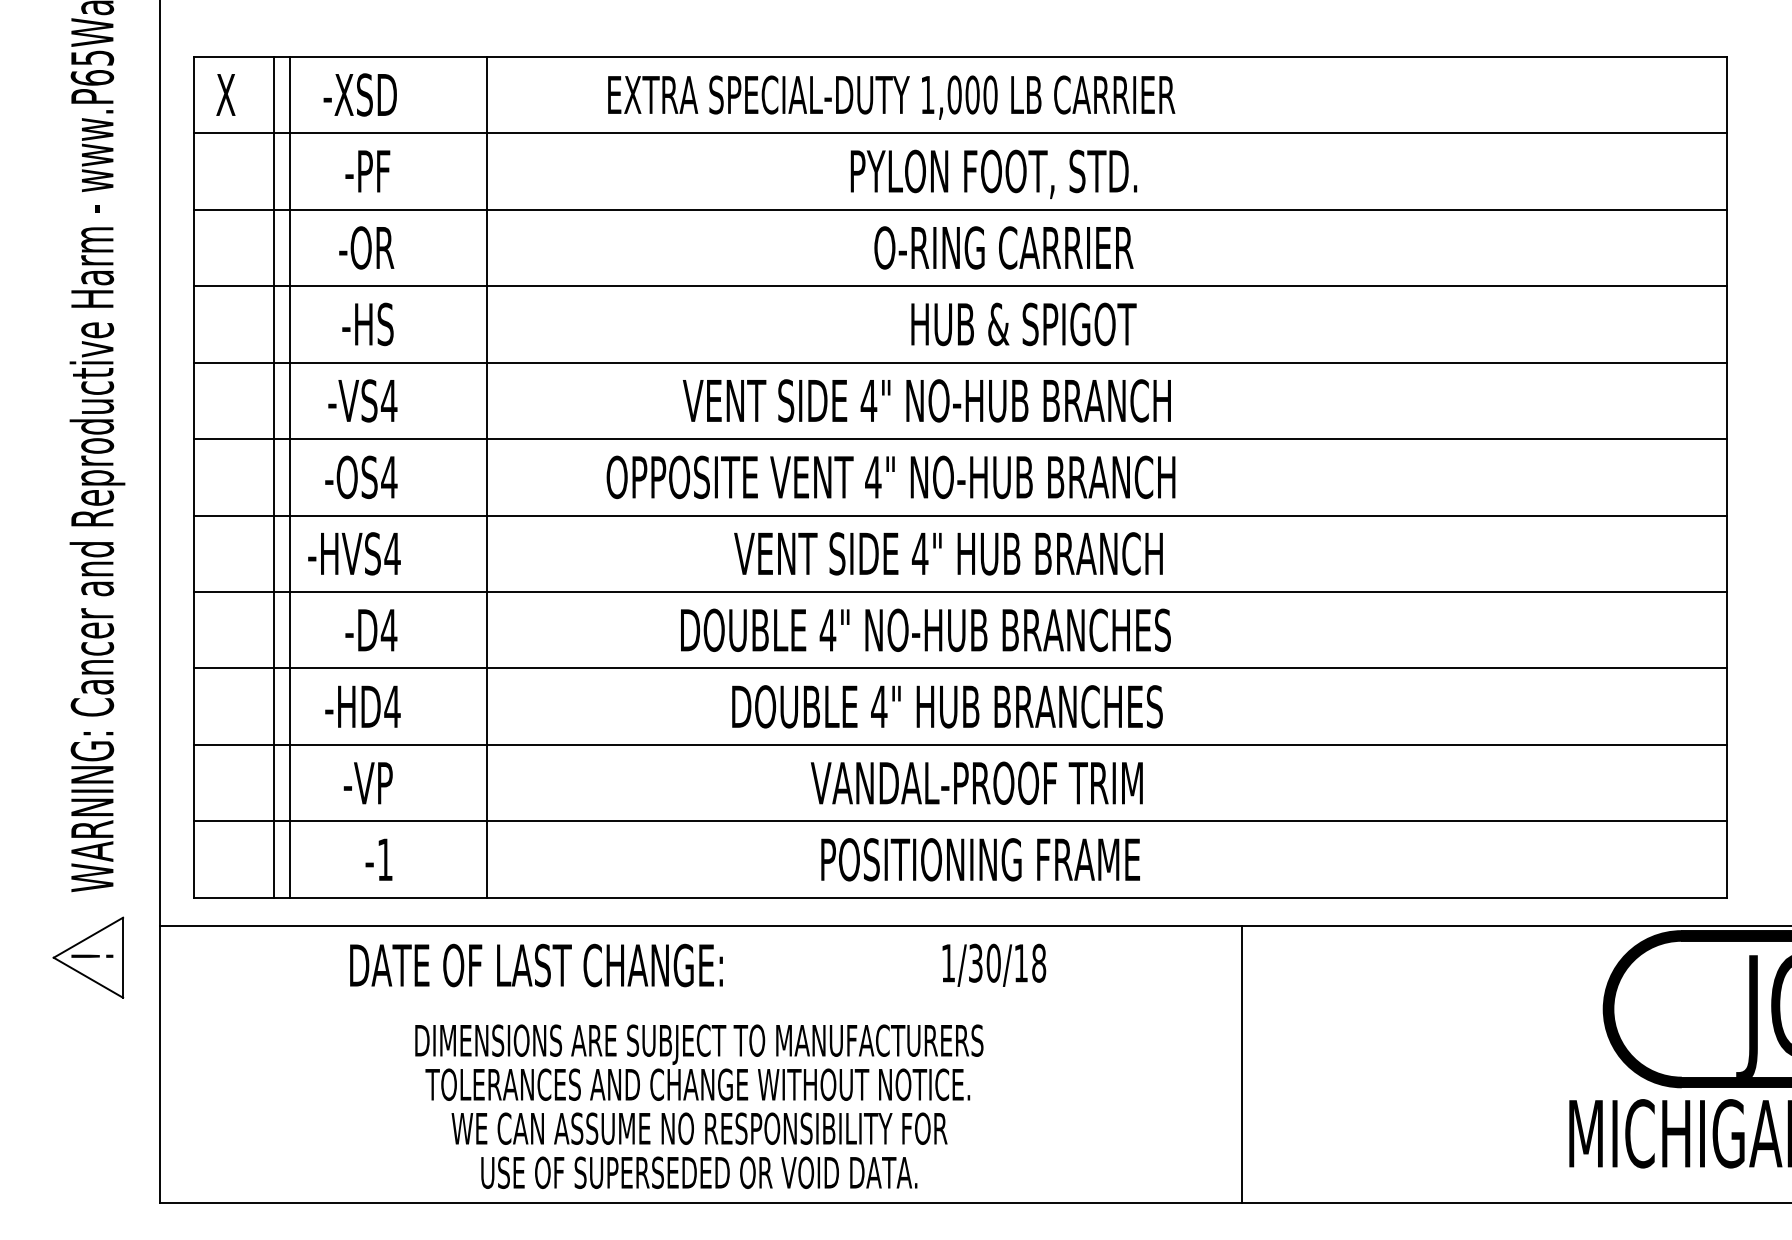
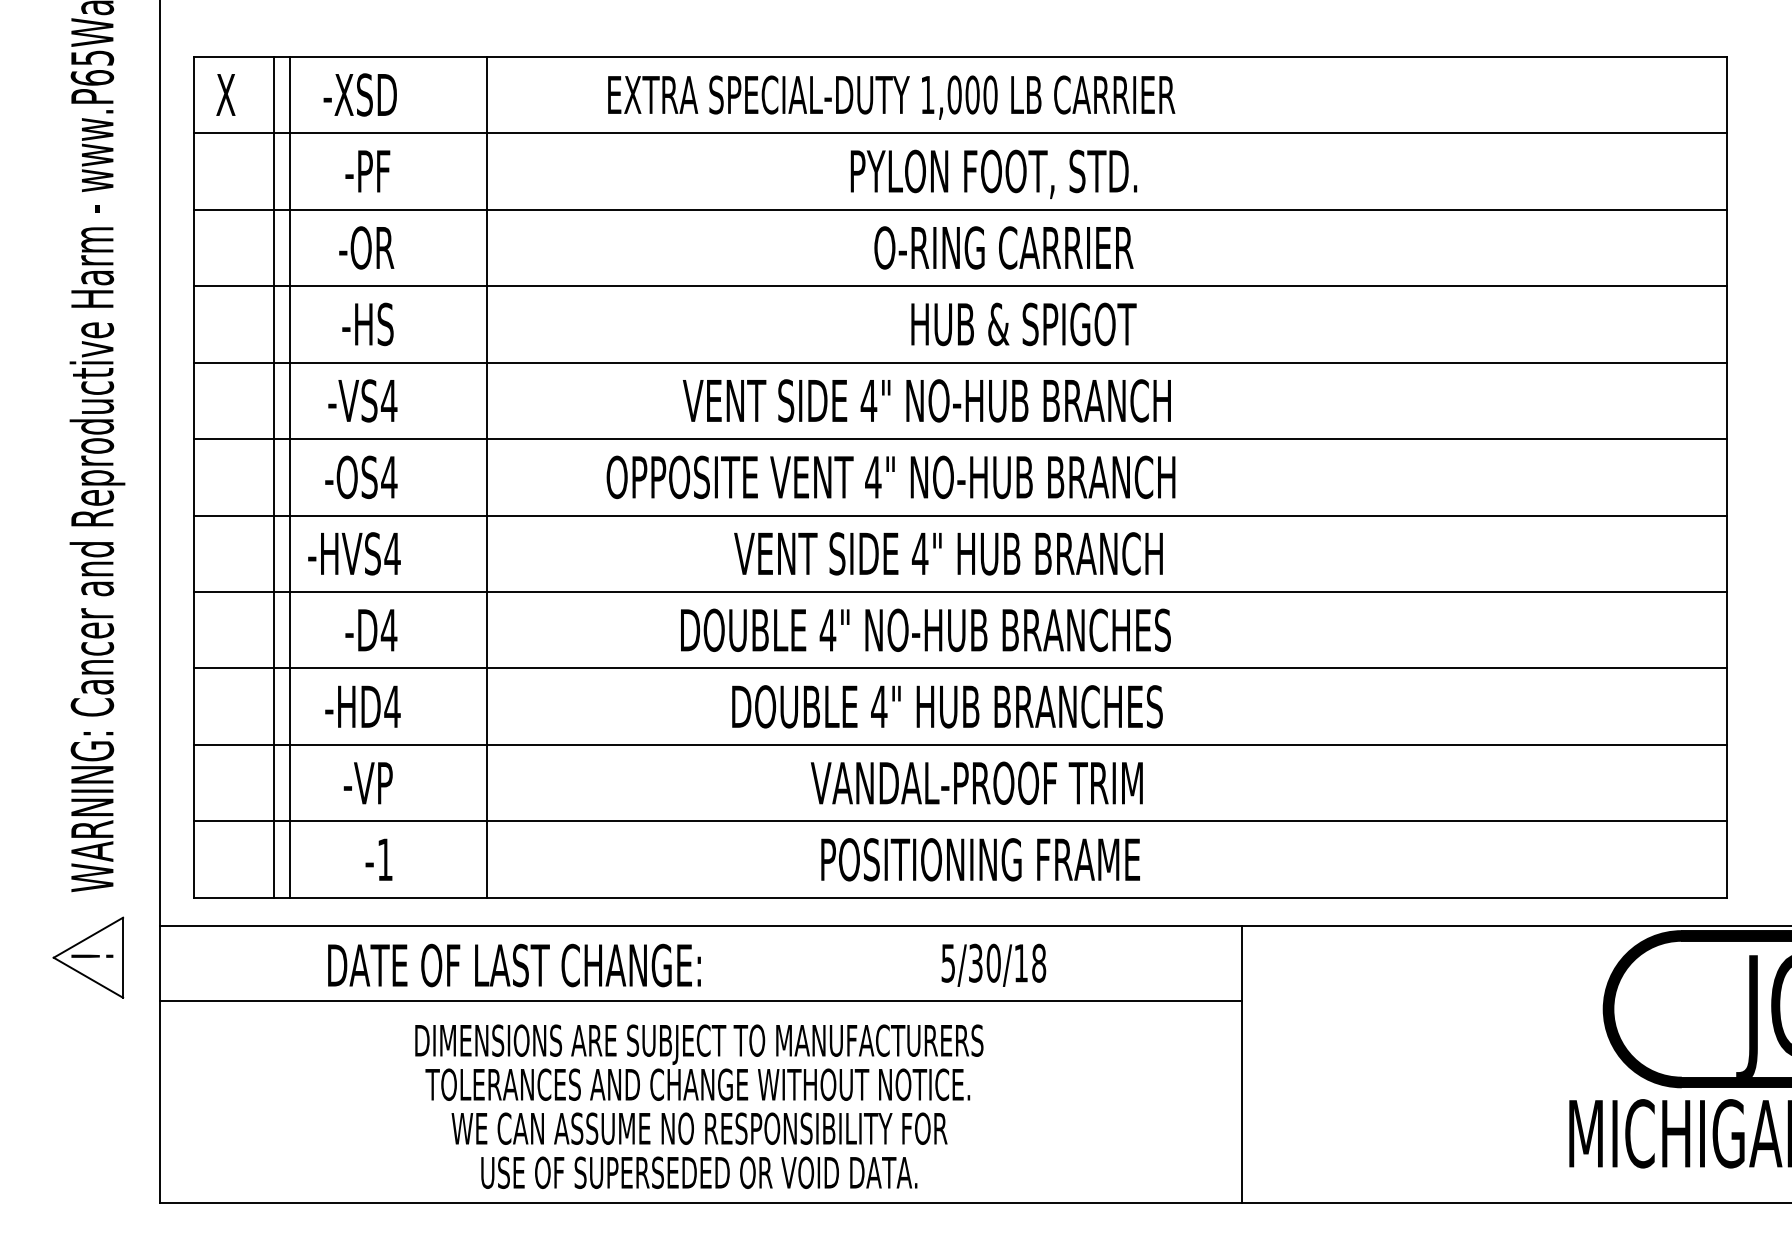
text at (947, 963): 1/30/18 -> 5/30/18
text at (536, 965) position: (536, 965) -> (514, 965)
line at (700, 1001): none -> present
